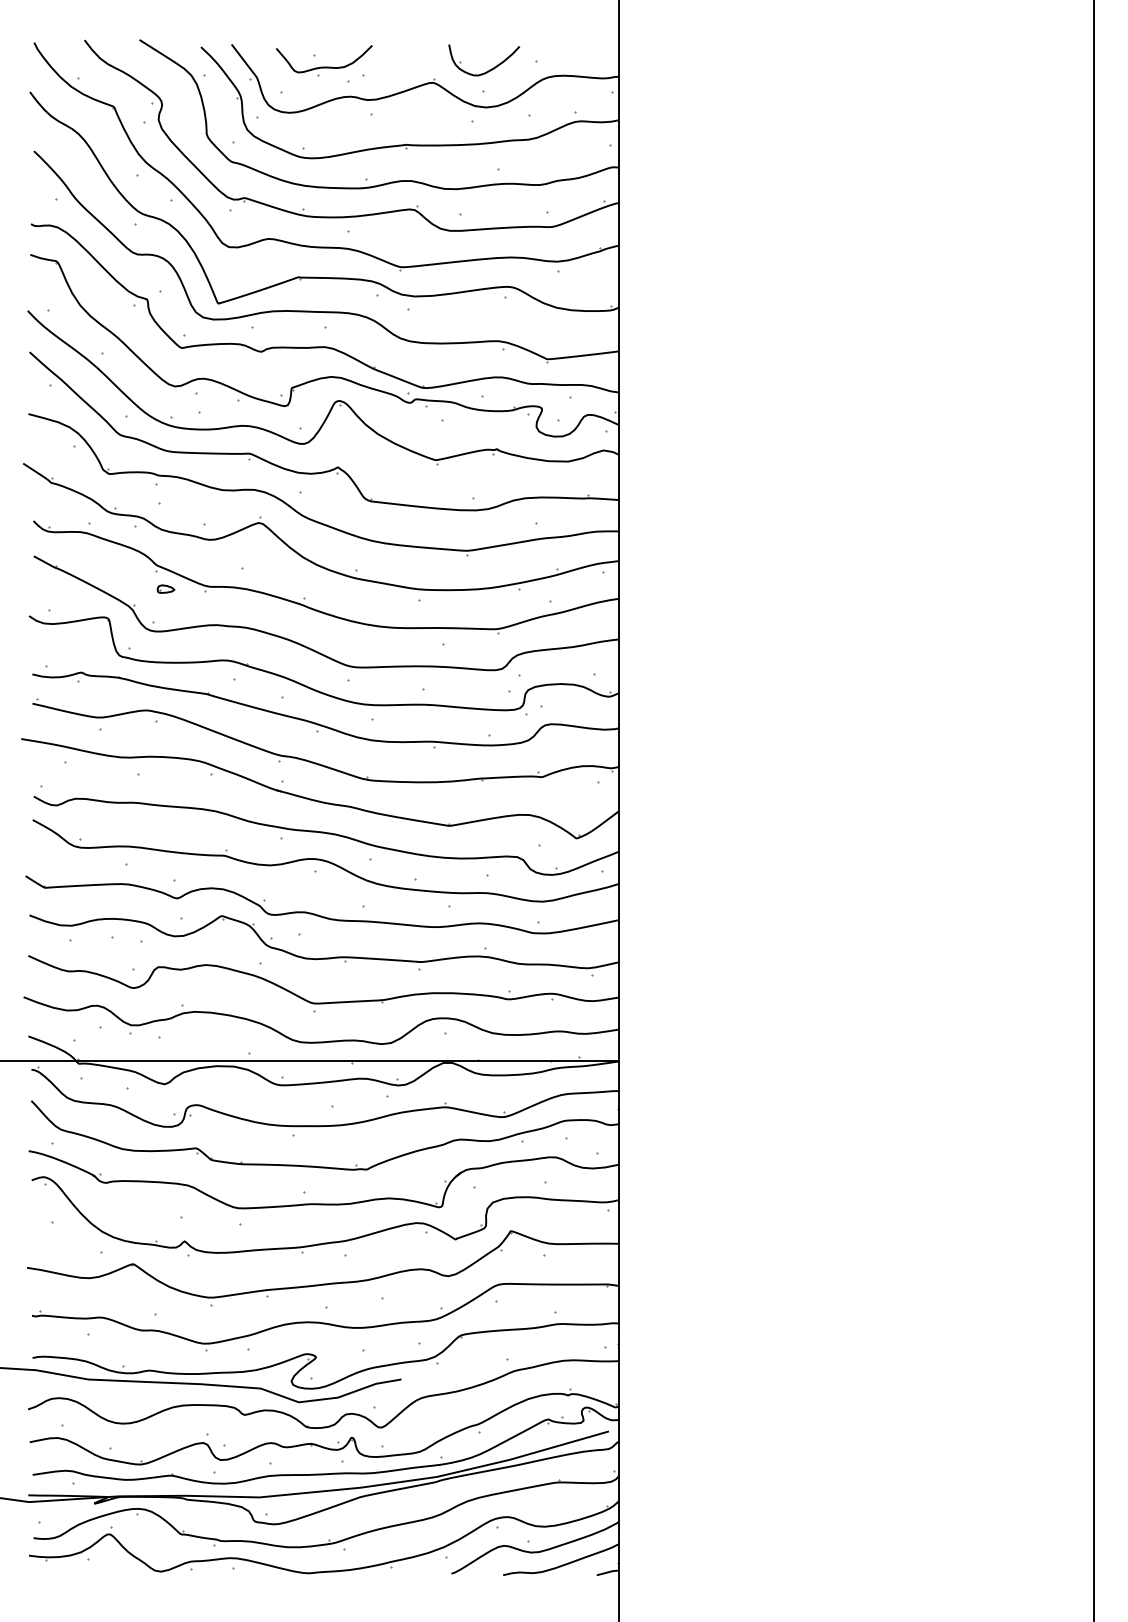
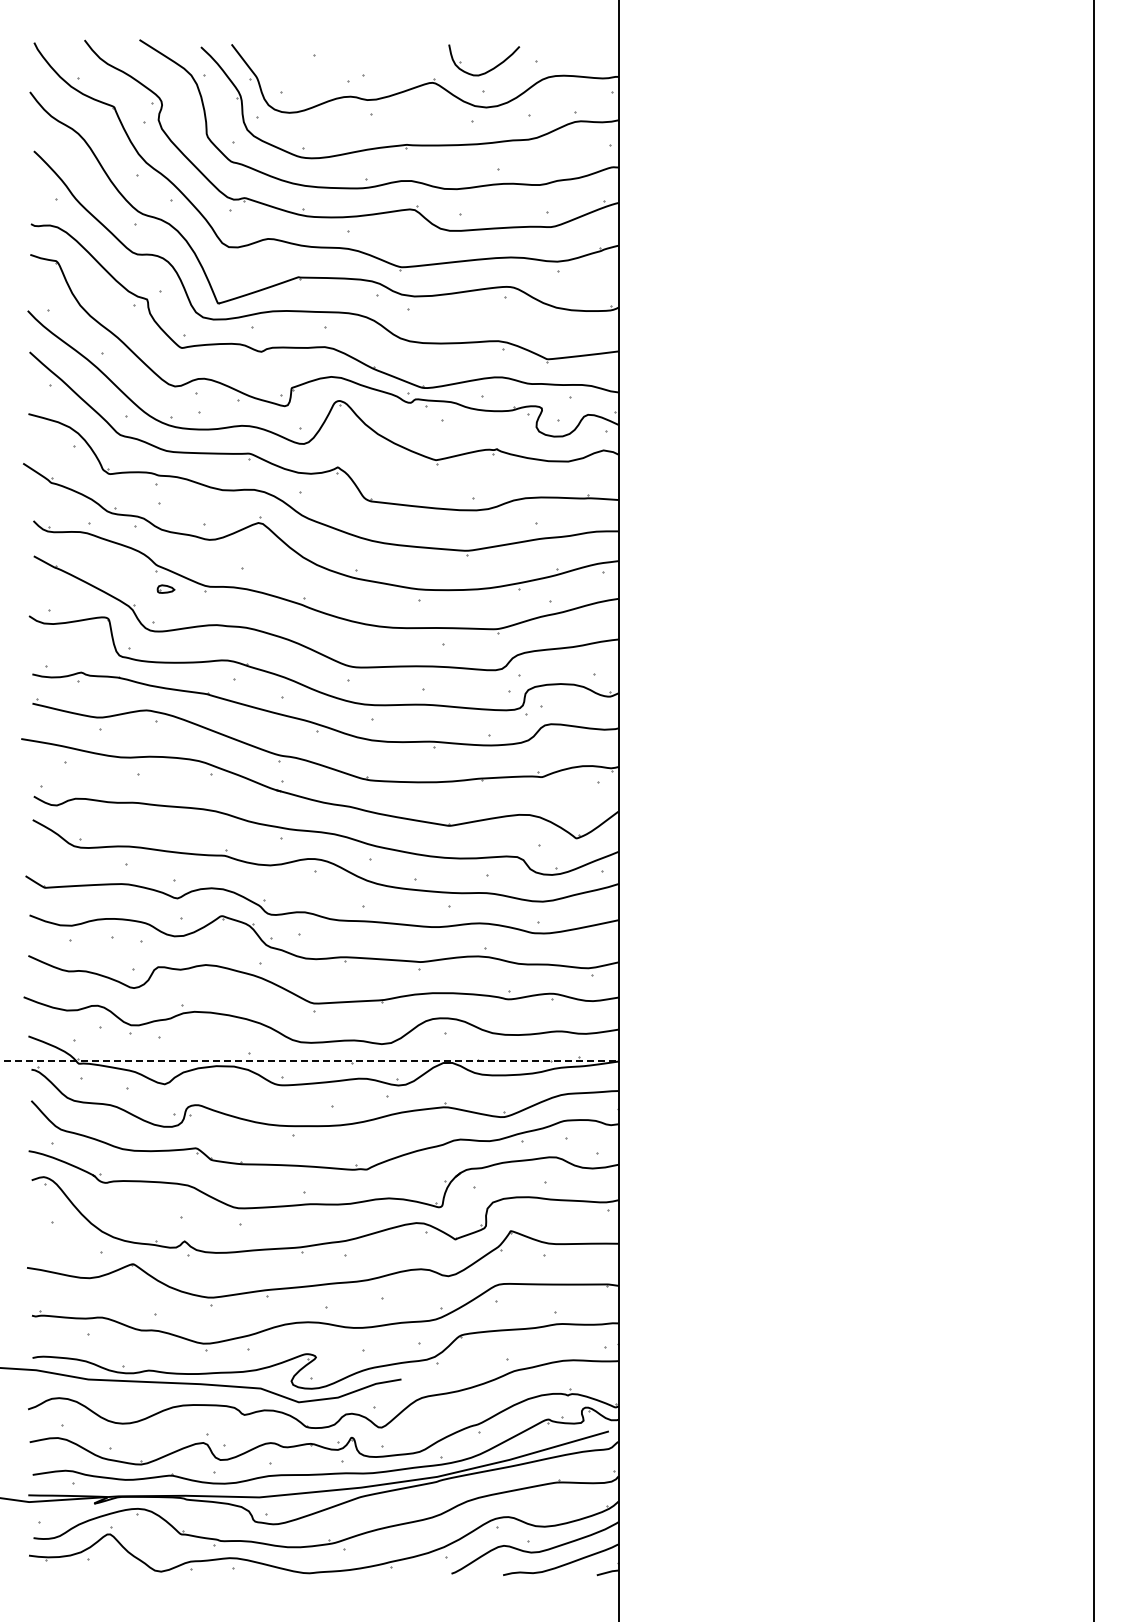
part at (324, 60): present -> none
line at (309, 1061): solid -> dashed
